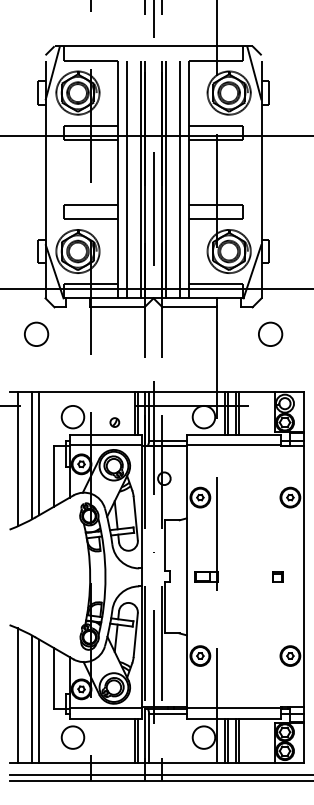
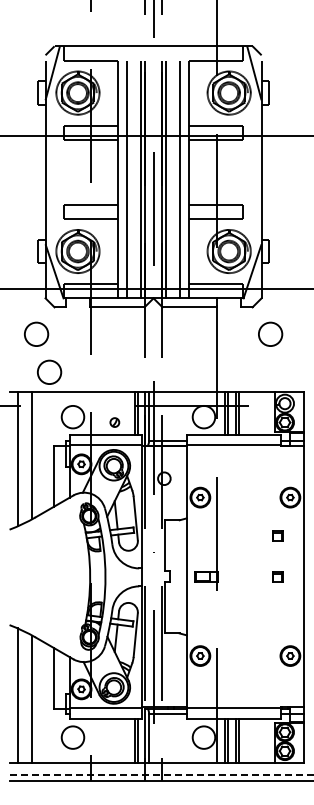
circle at (49, 371): none -> present
line at (39, 453): present -> none
part at (277, 535): none -> present
line at (39, 700): present -> none
line at (161, 775): solid -> dashed
